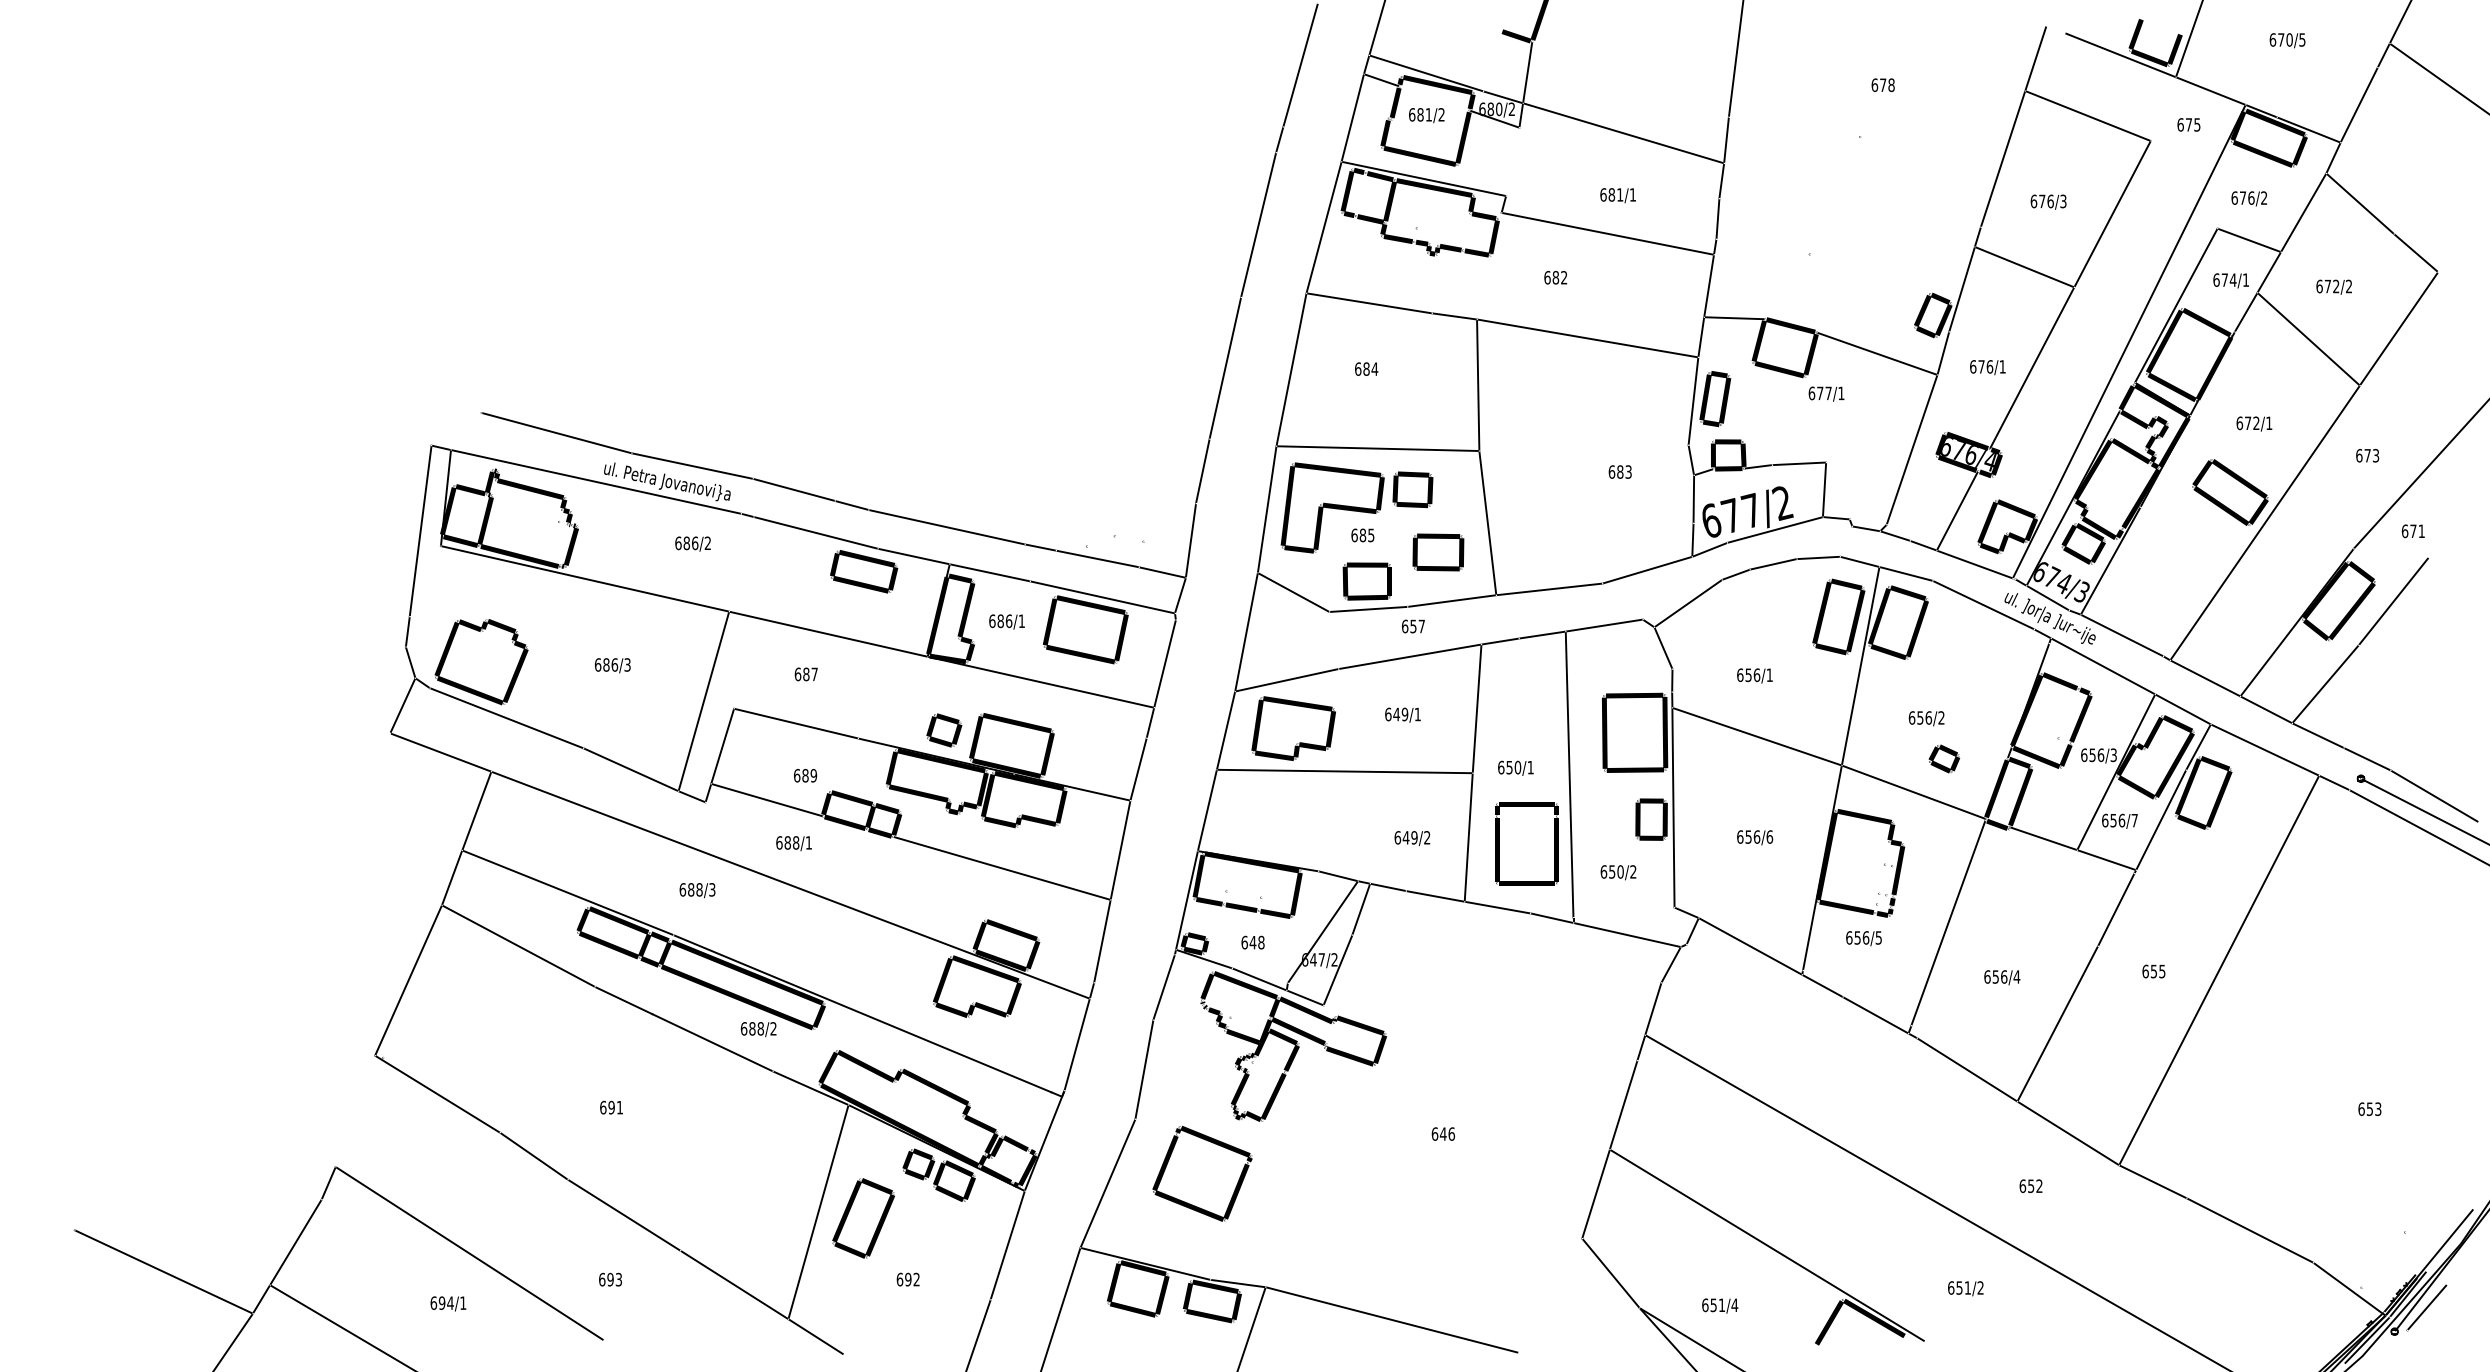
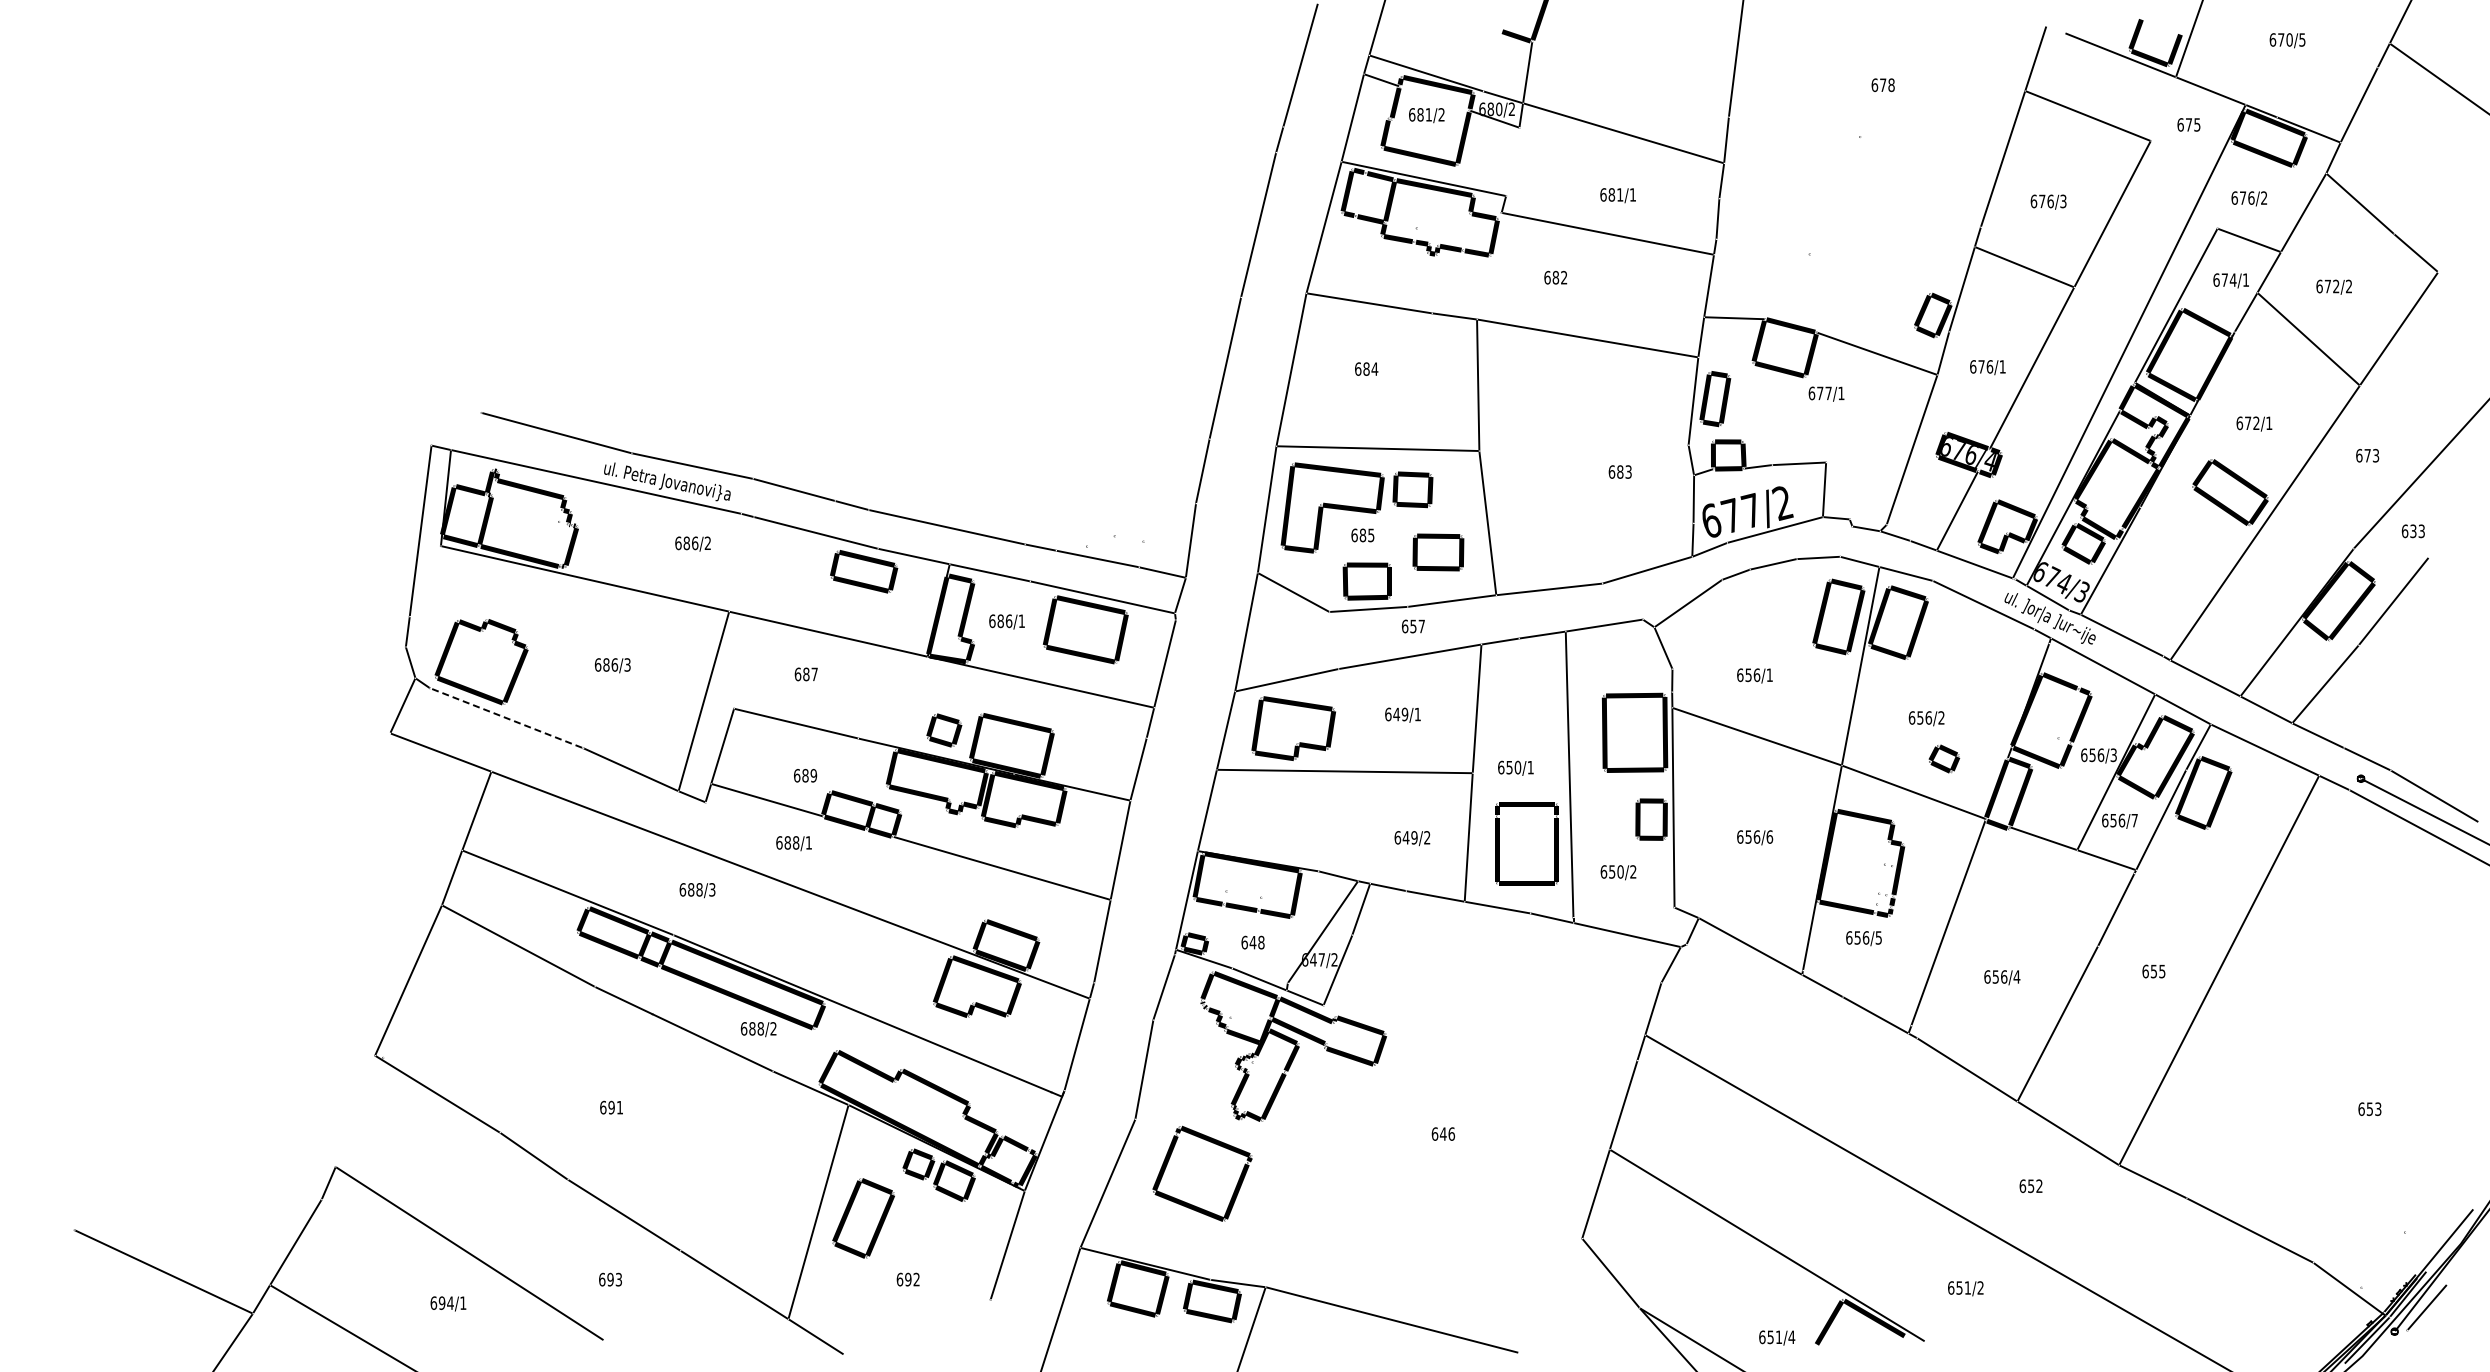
text at (2417, 531): 671 -> 633
line at (506, 718): solid -> dashed
text at (1720, 1305) position: (1720, 1305) -> (1777, 1337)
line at (978, 1334): present -> none
